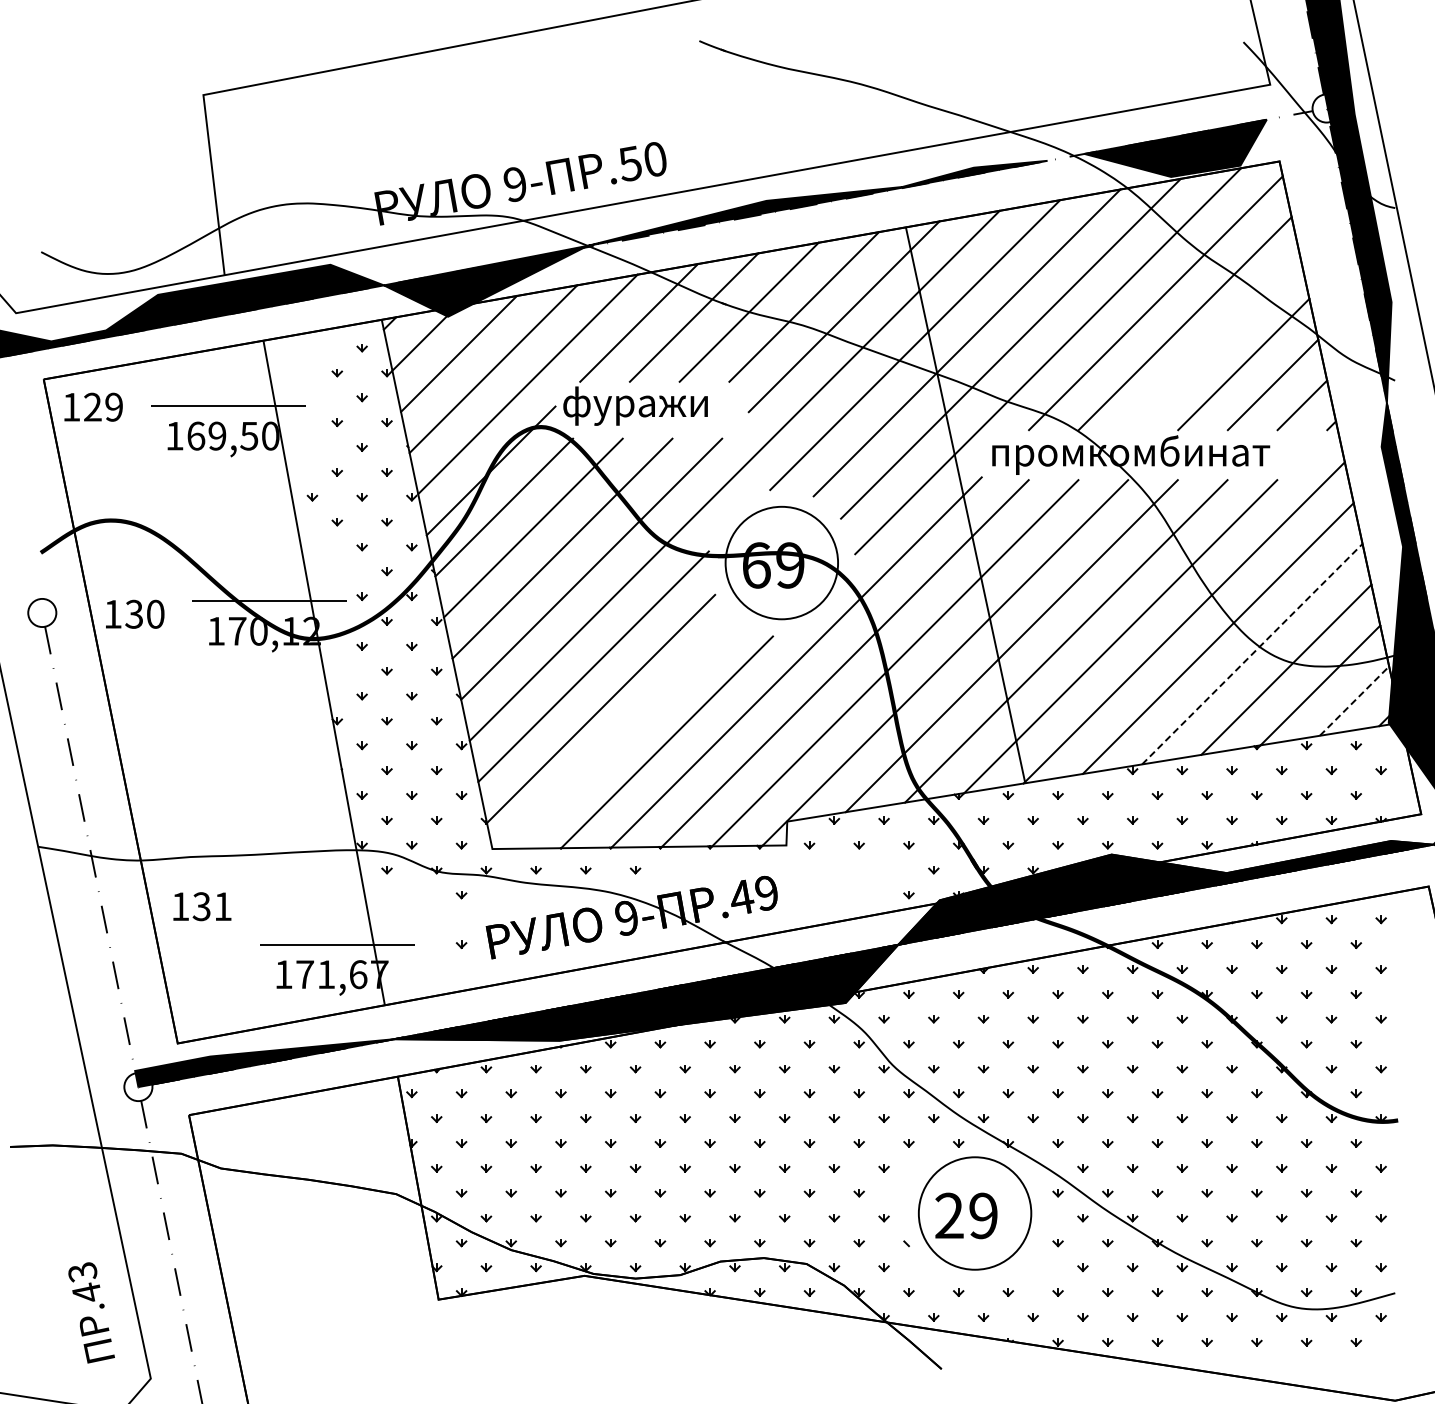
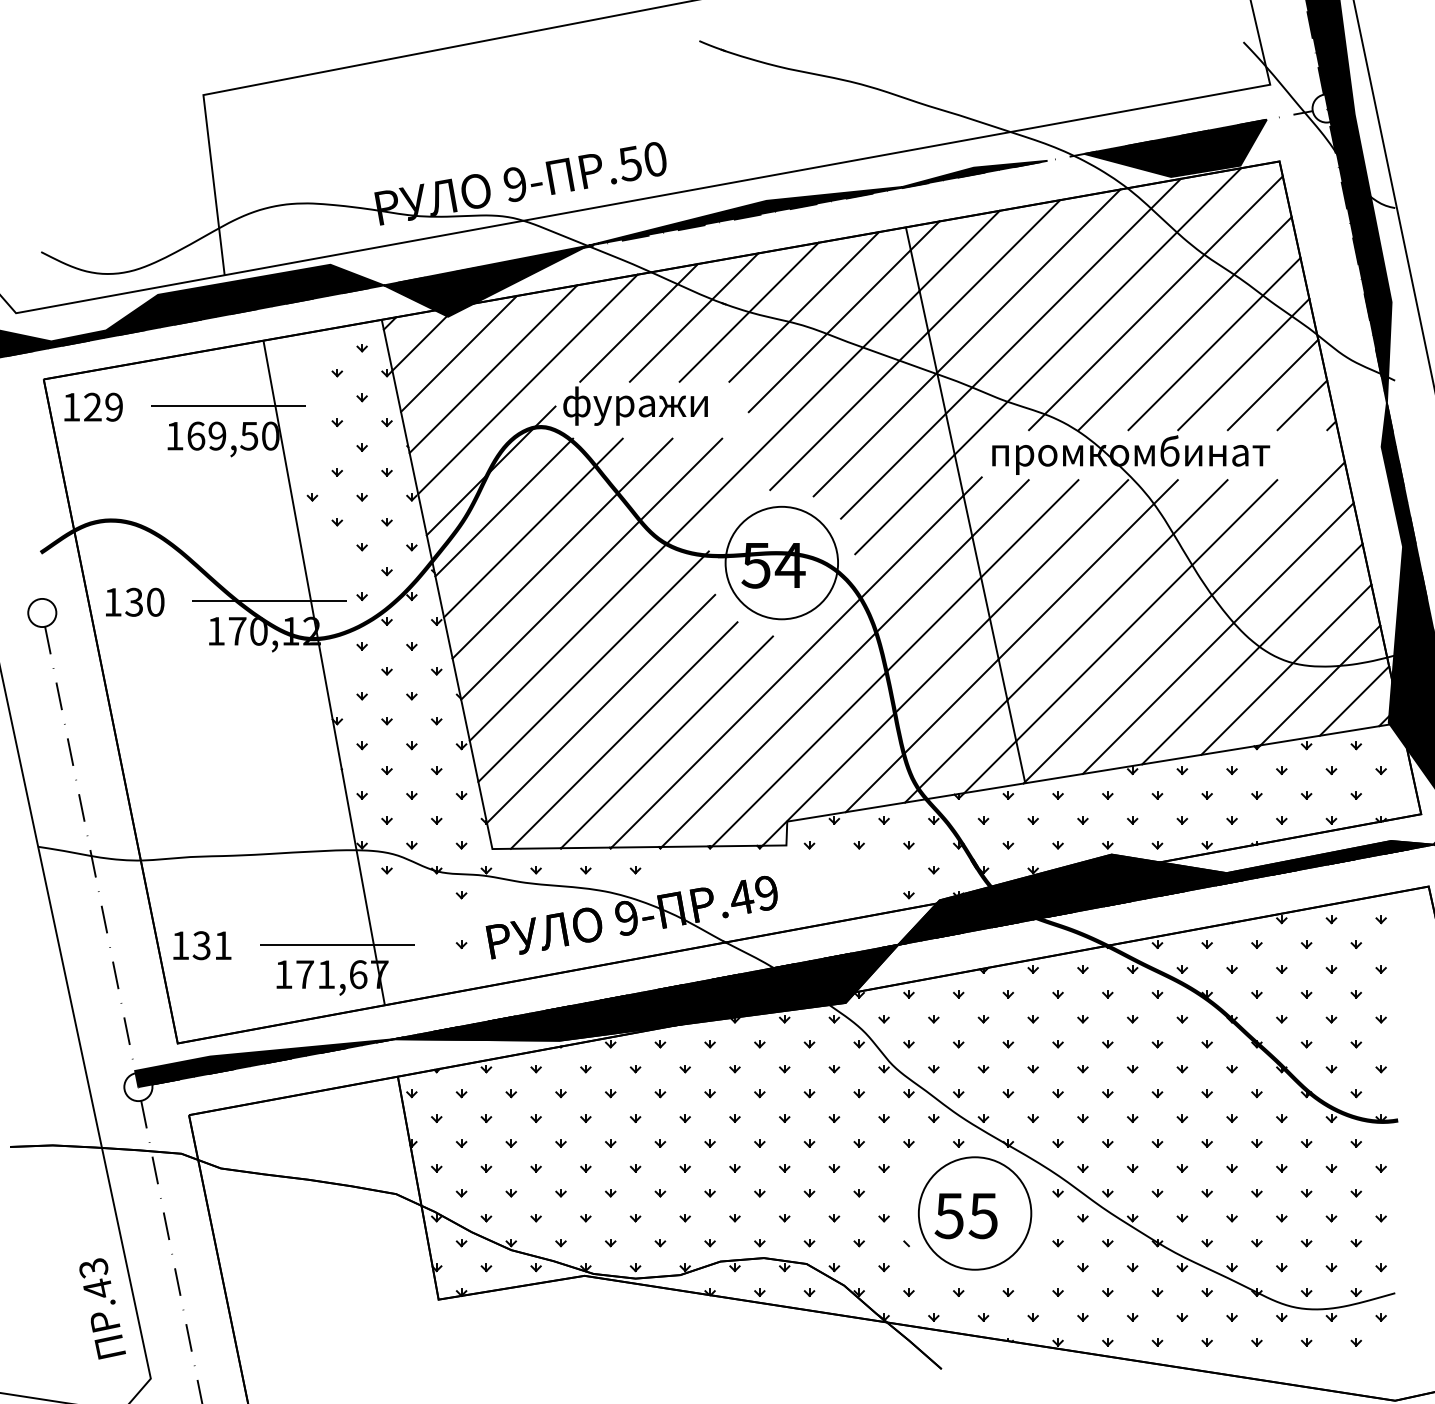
line at (1214, 344): none -> present
text at (773, 565): 69 -> 54
text at (135, 613) position: (135, 613) -> (135, 601)
line at (1252, 654): dashed -> solid
line at (1354, 701): dashed -> solid
line at (623, 735): none -> present
text at (202, 906) position: (202, 906) -> (202, 945)
text at (965, 1215): 29 -> 55
text at (91, 1312) position: (91, 1312) -> (102, 1308)
